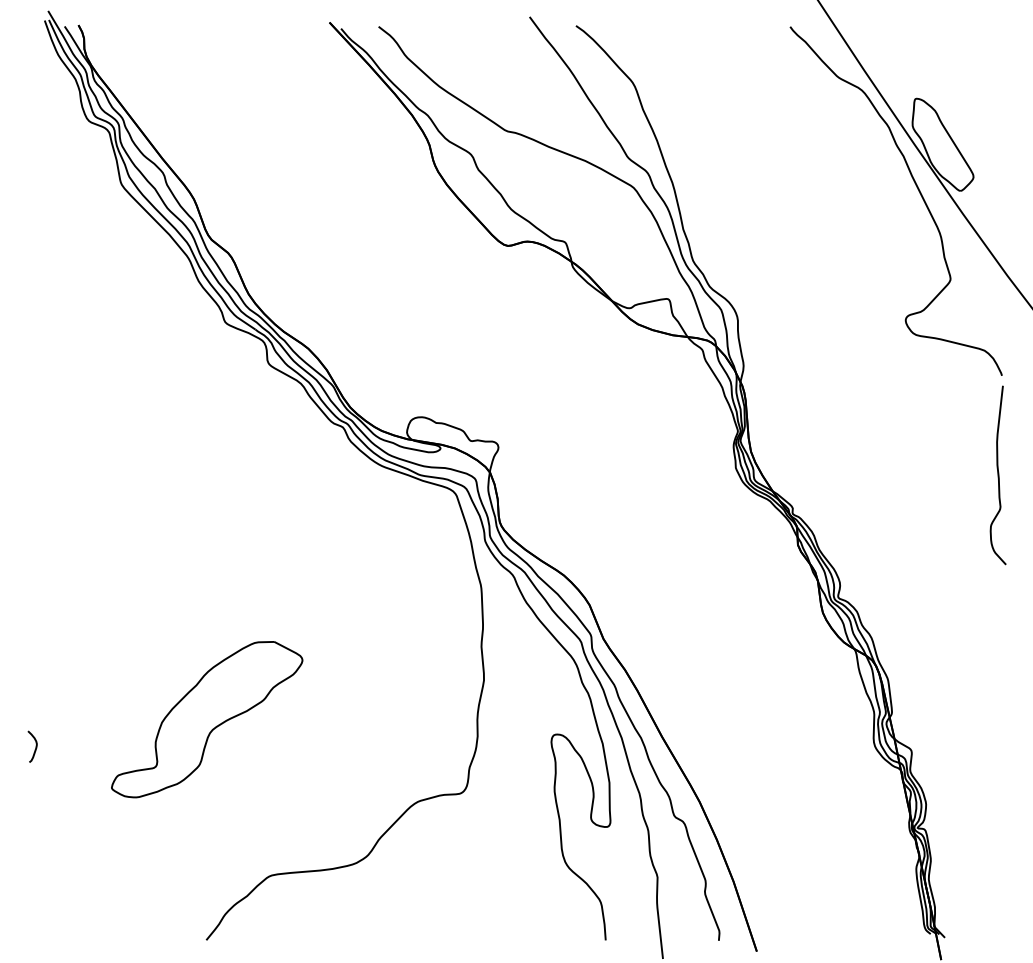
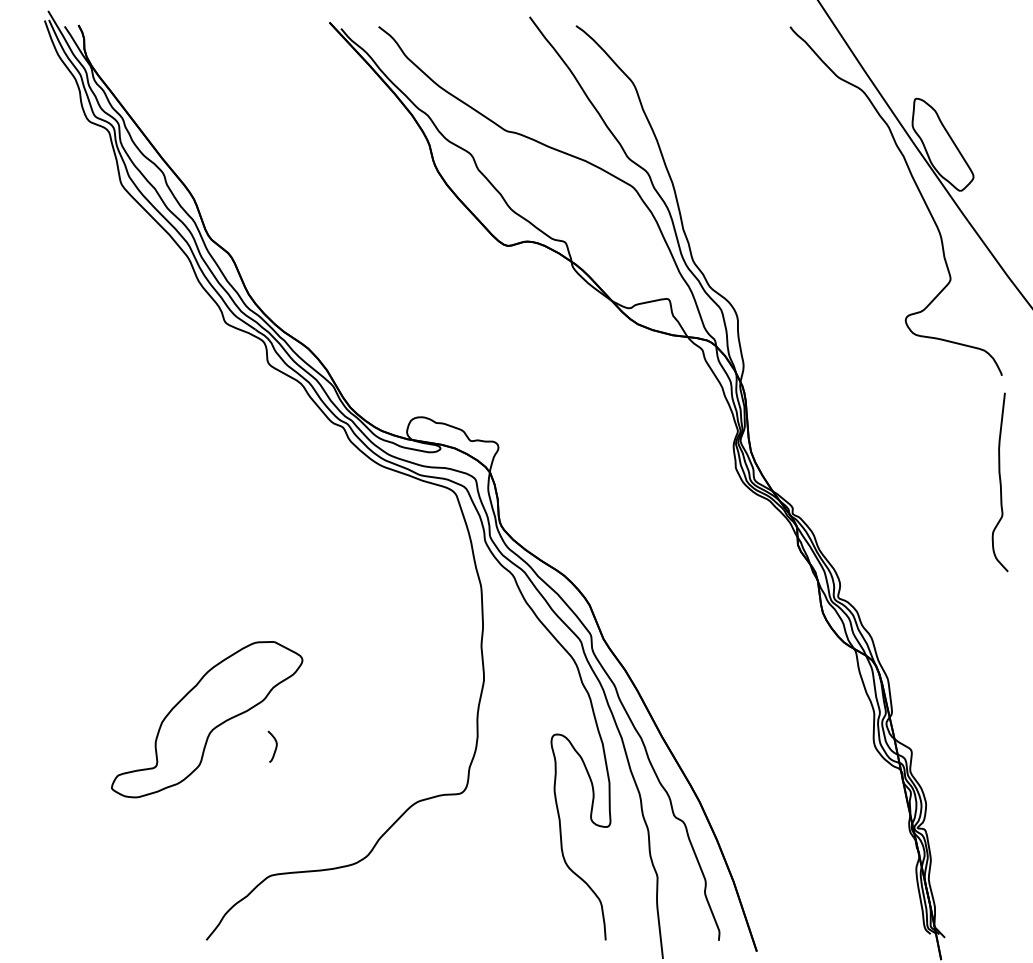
curve at (997, 475) position: (997, 475) -> (999, 482)
curve at (35, 746) position: (35, 746) -> (275, 746)
